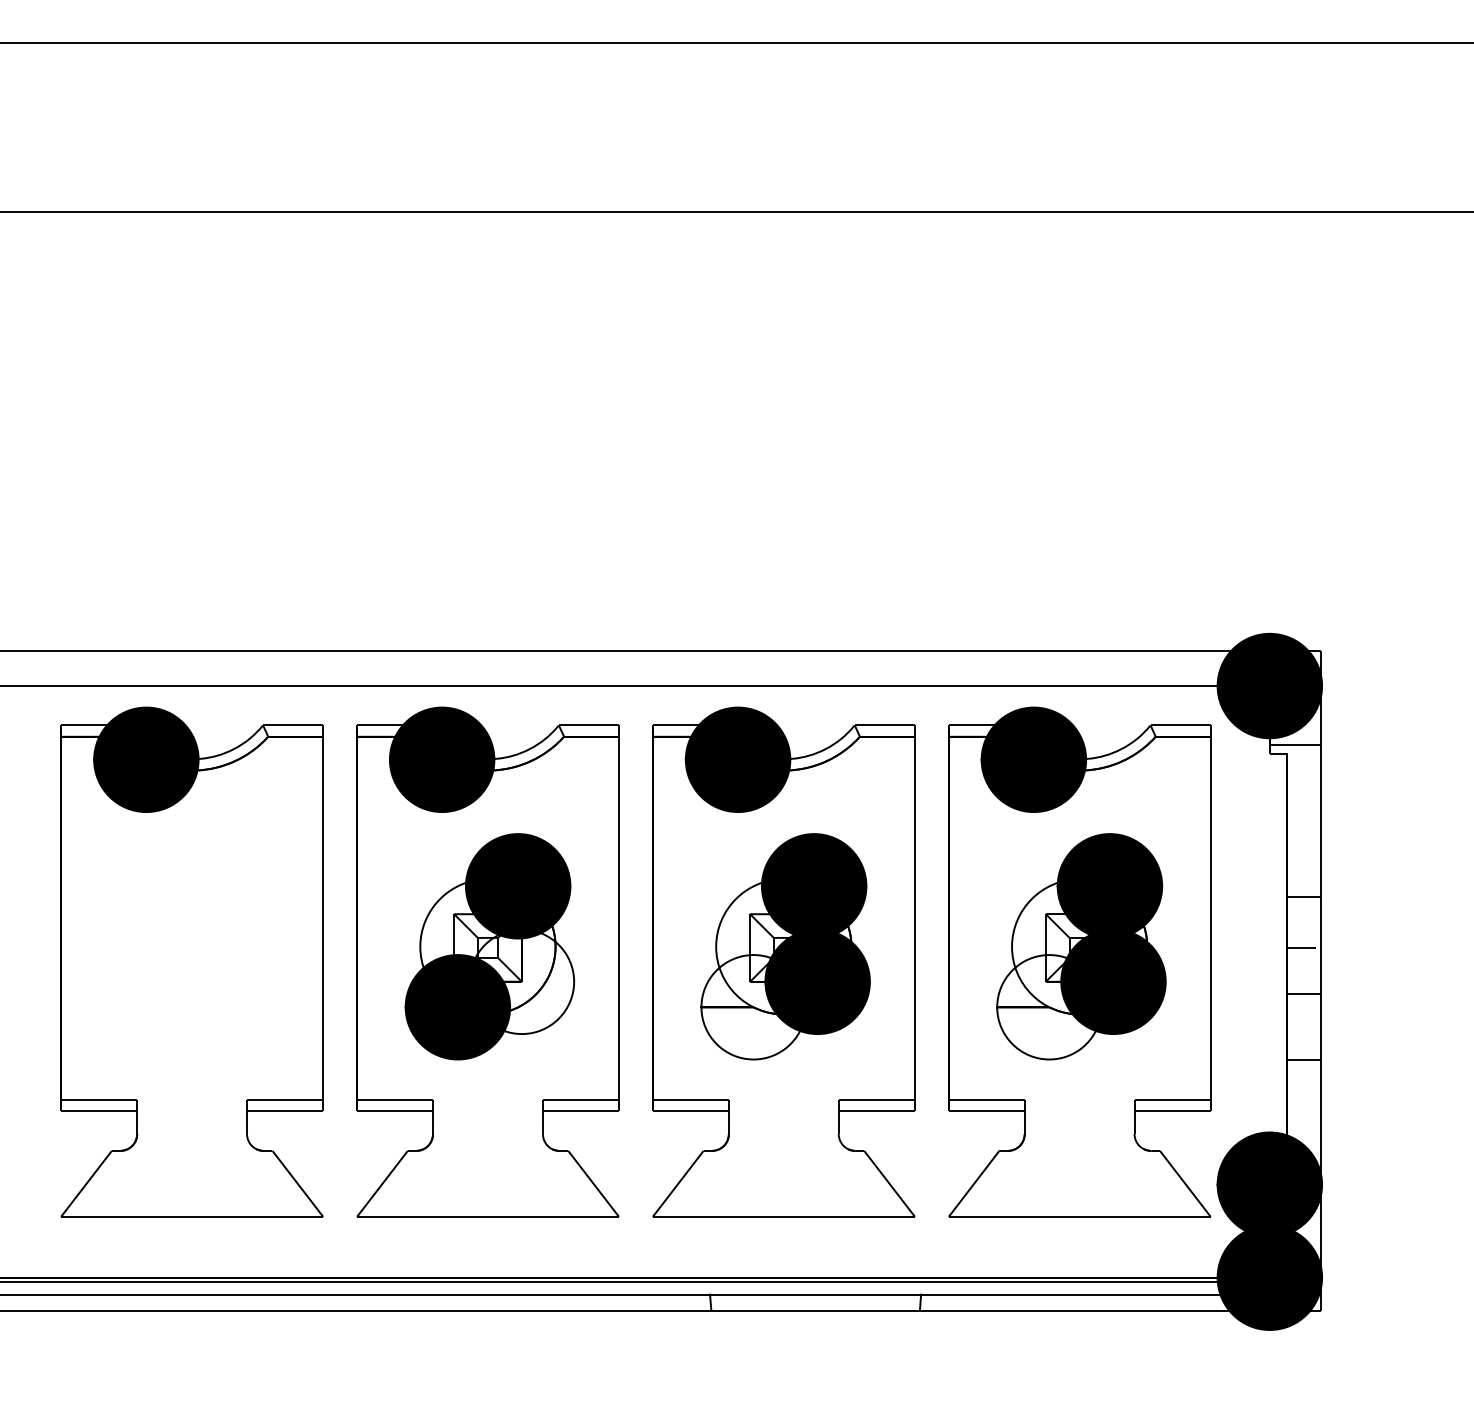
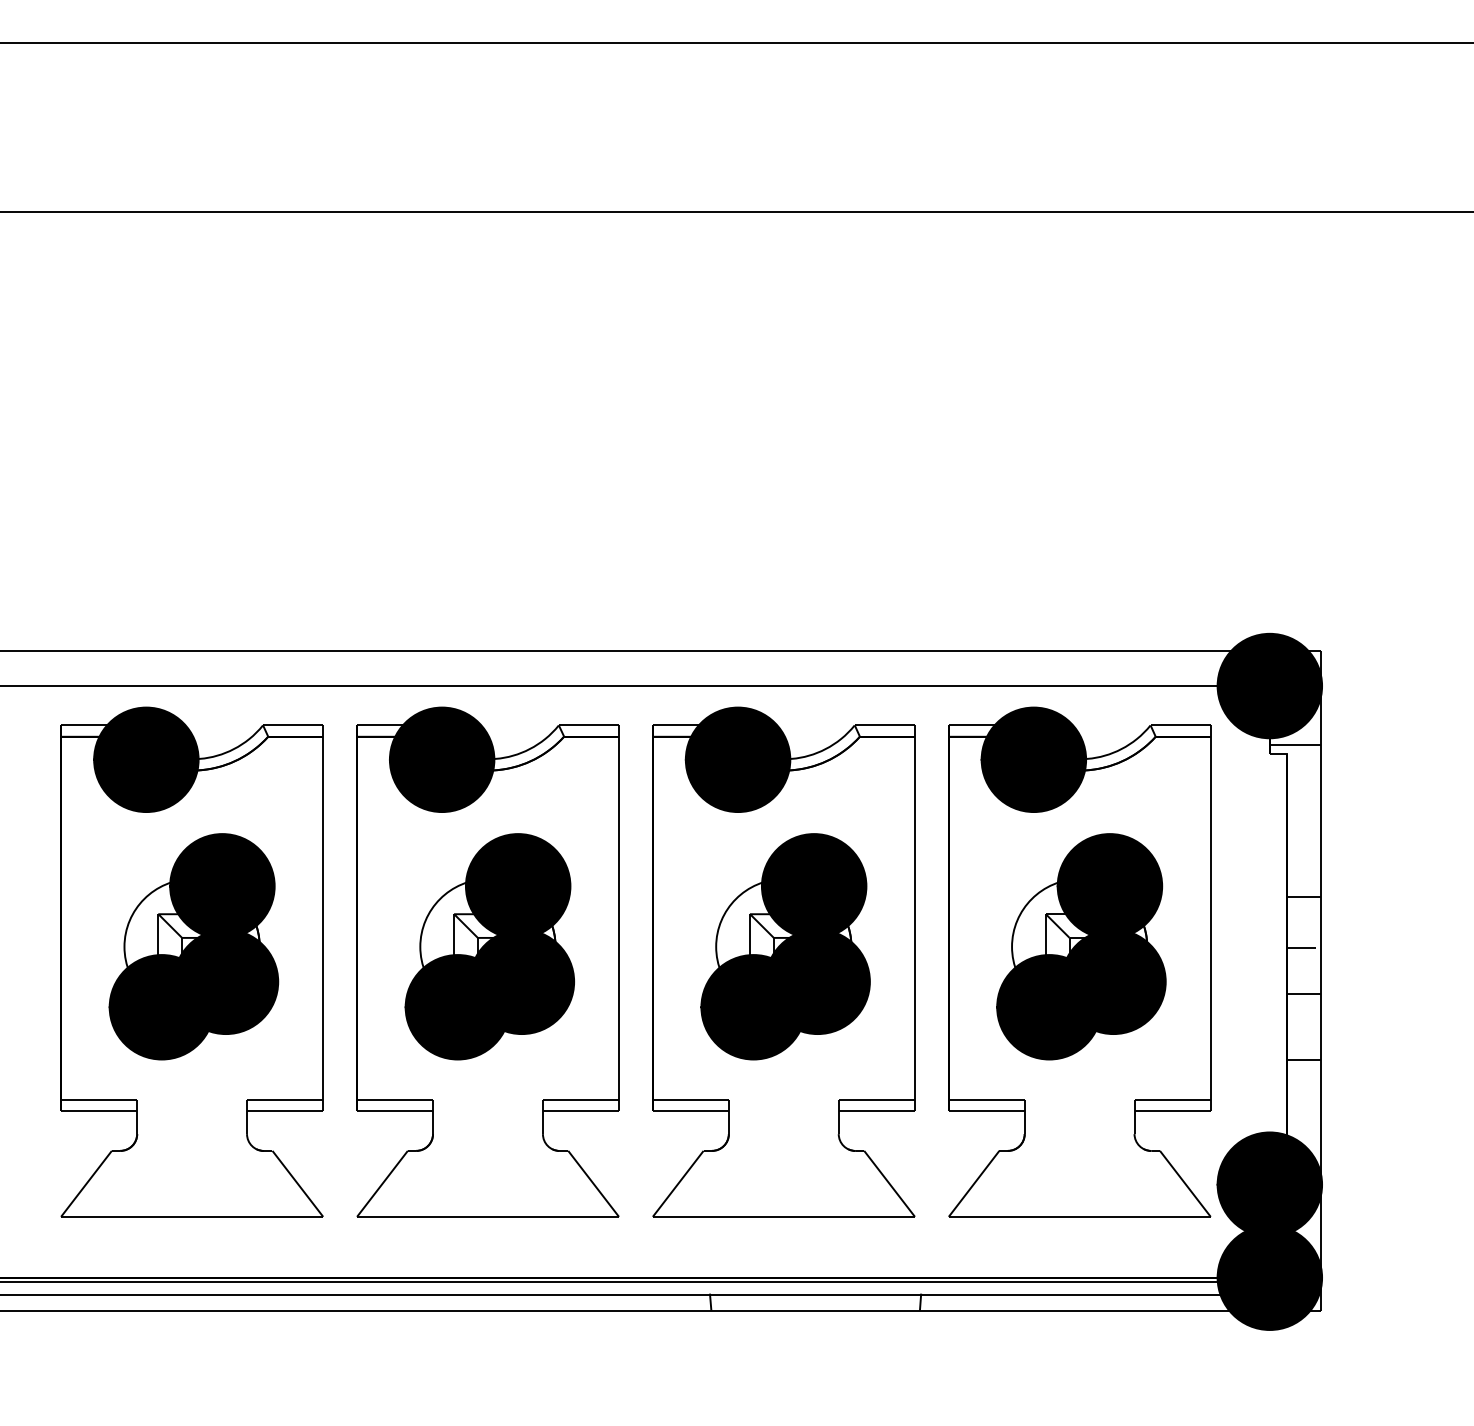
part at (193, 946): none -> present
fill at (521, 981): none -> present
fill at (753, 1007): none -> present
fill at (1049, 1007): none -> present
